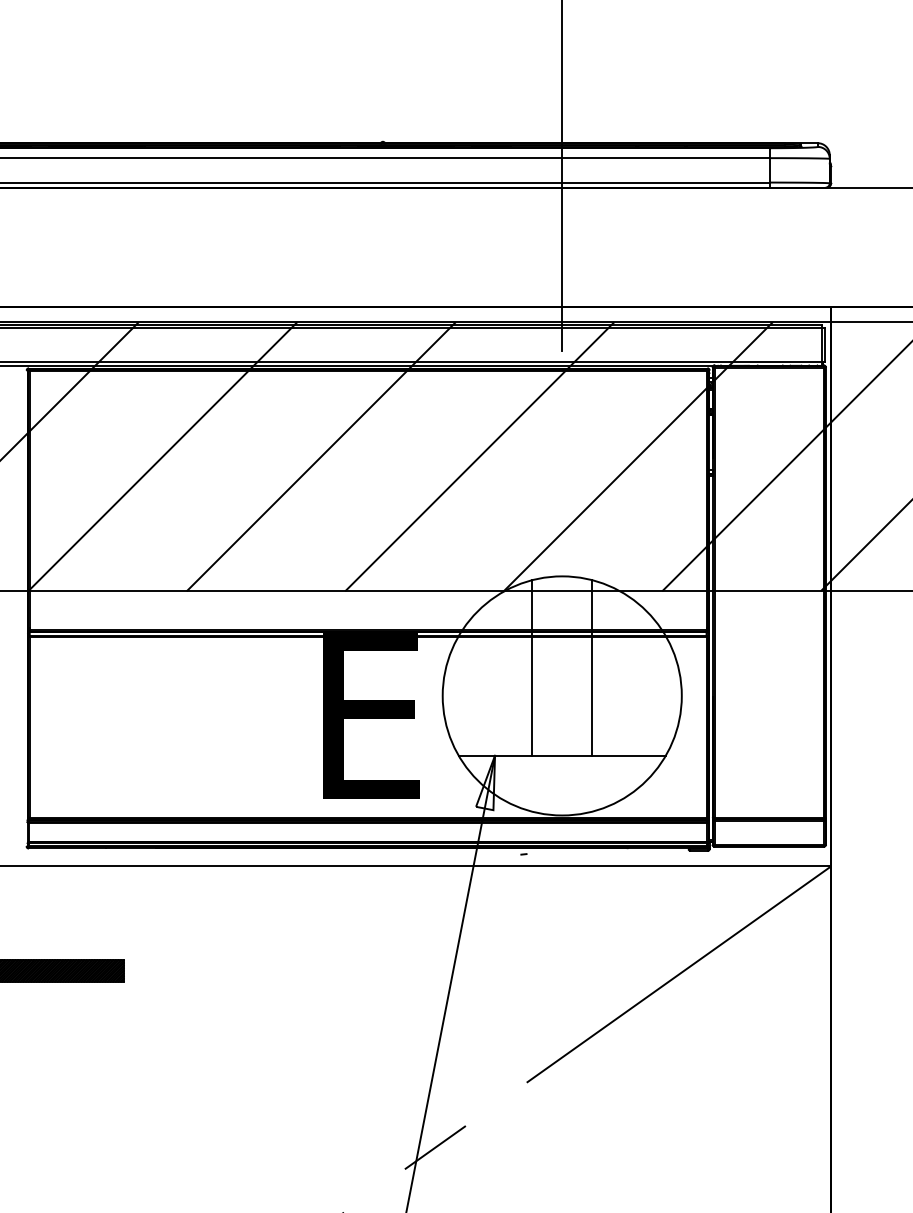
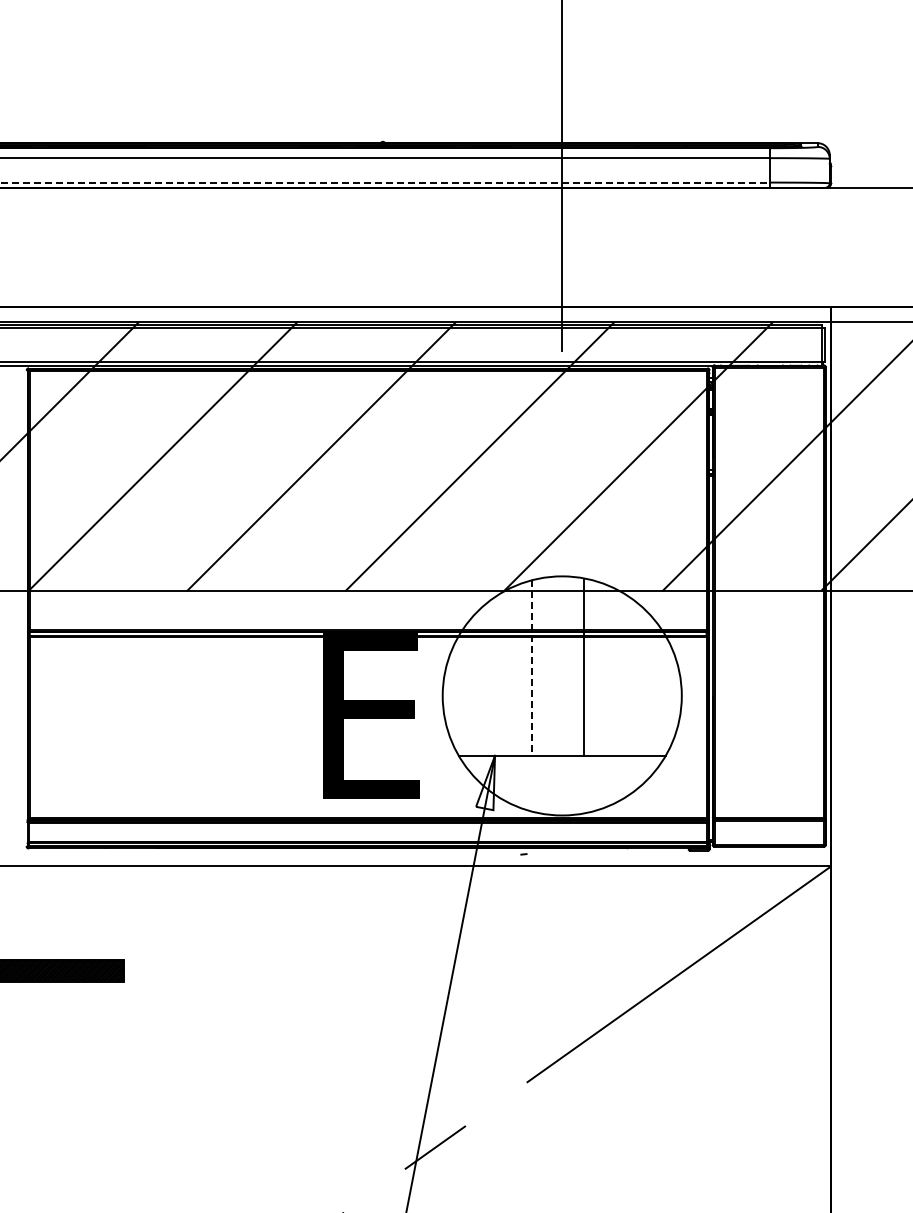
line at (385, 182): solid -> dashed
line at (532, 667): solid -> dashed
line at (592, 667) position: (592, 667) -> (584, 667)
